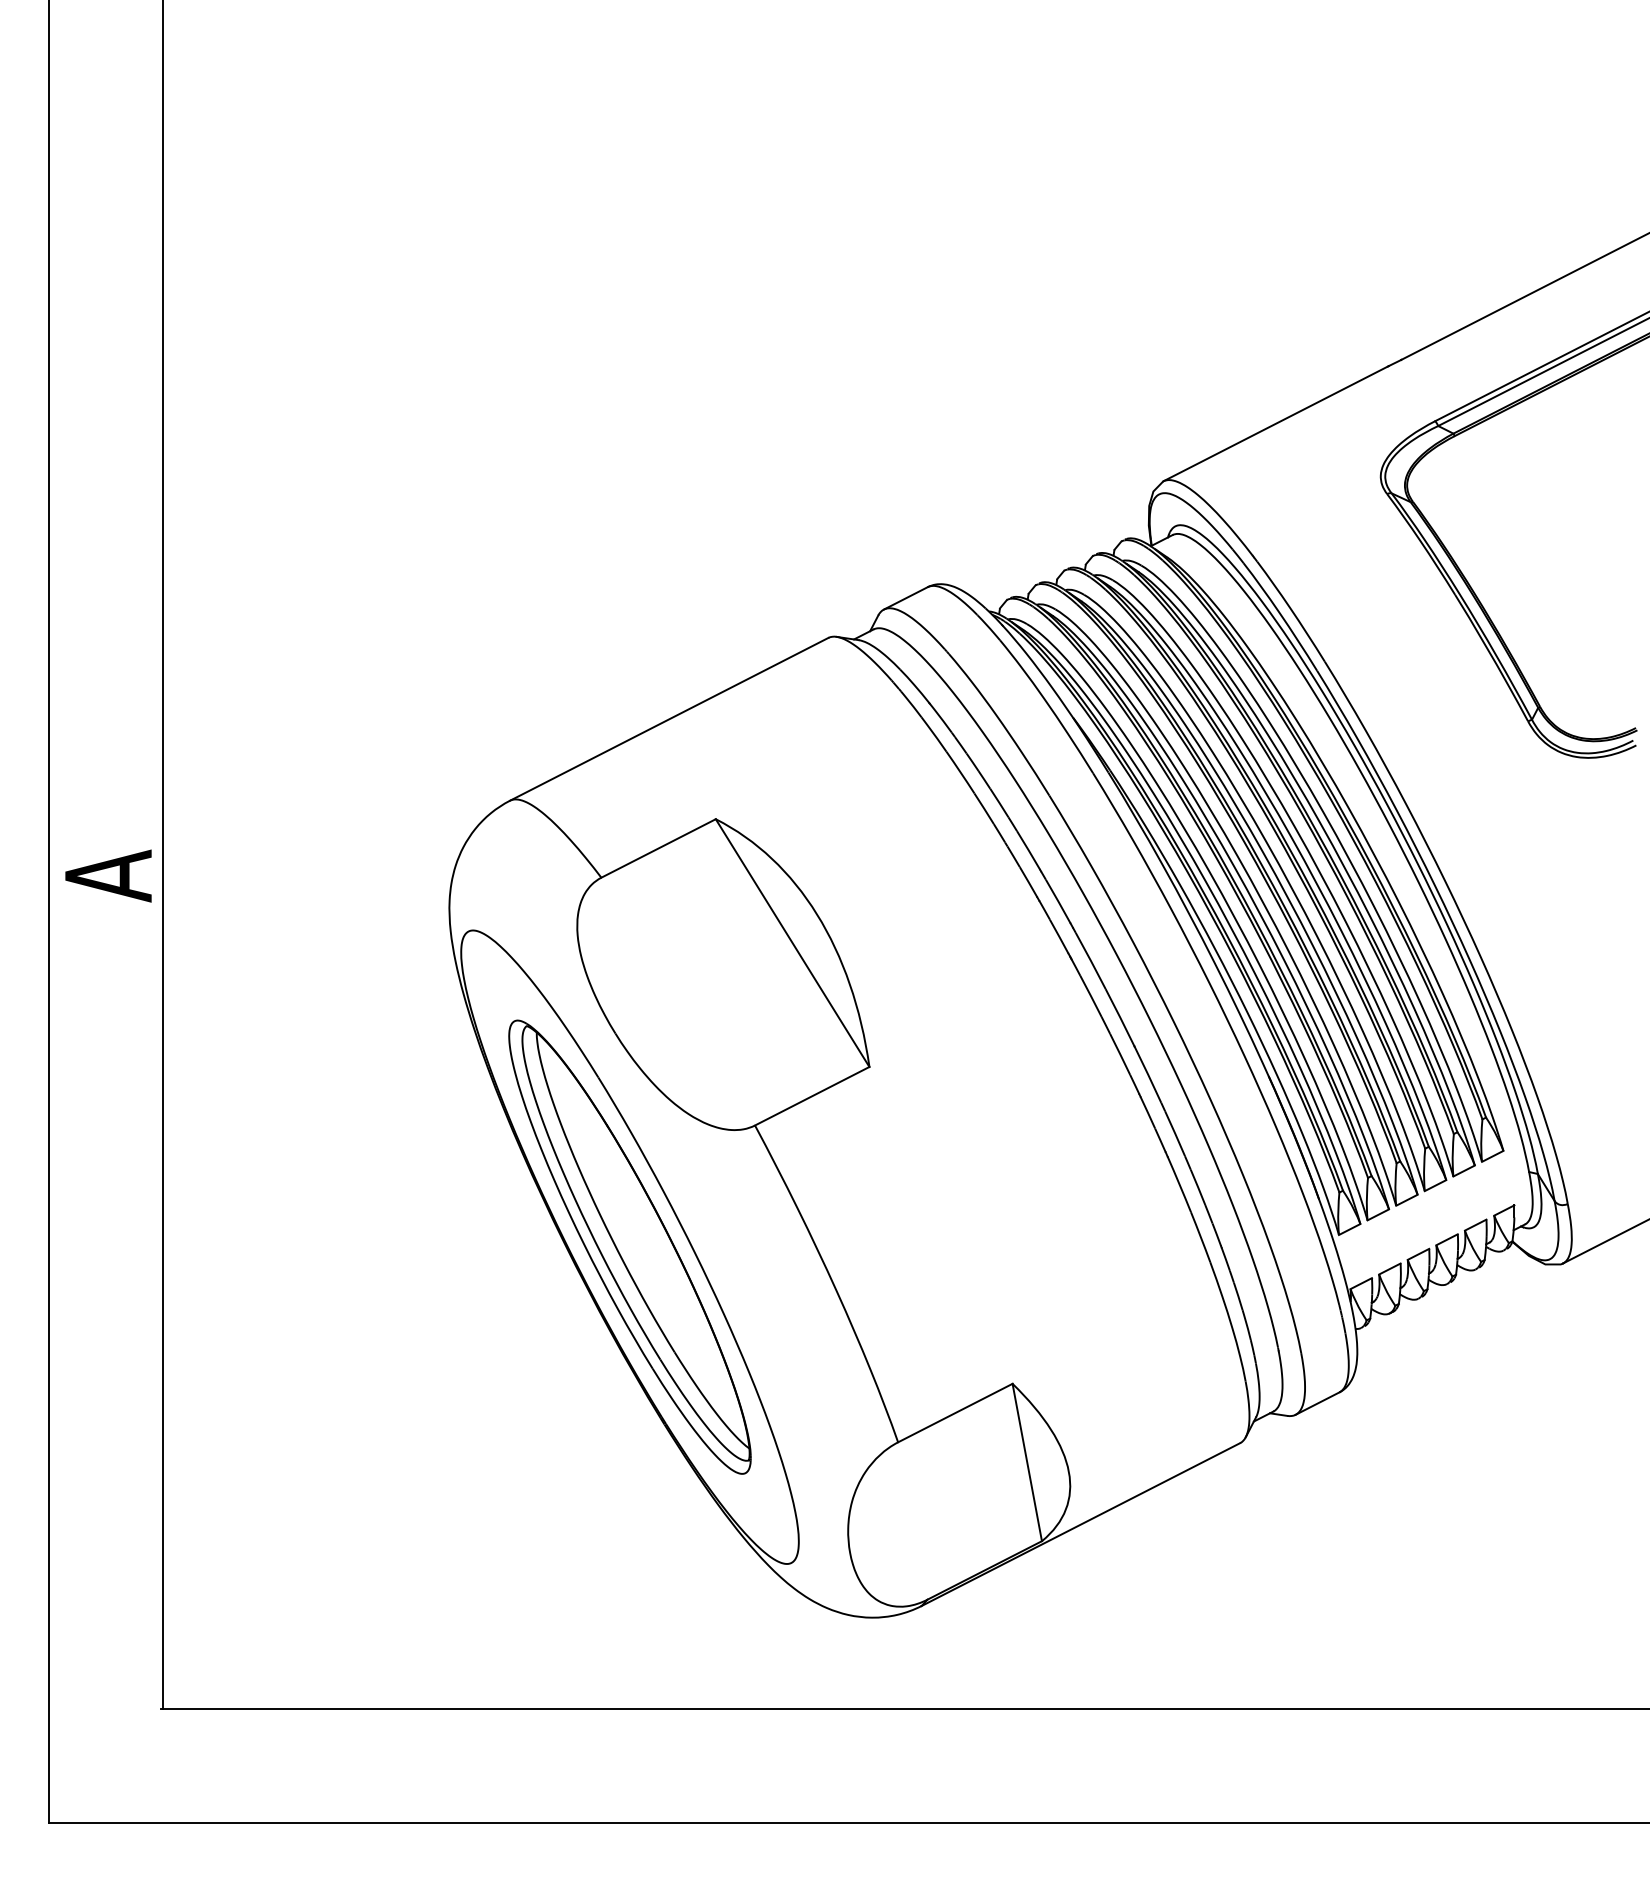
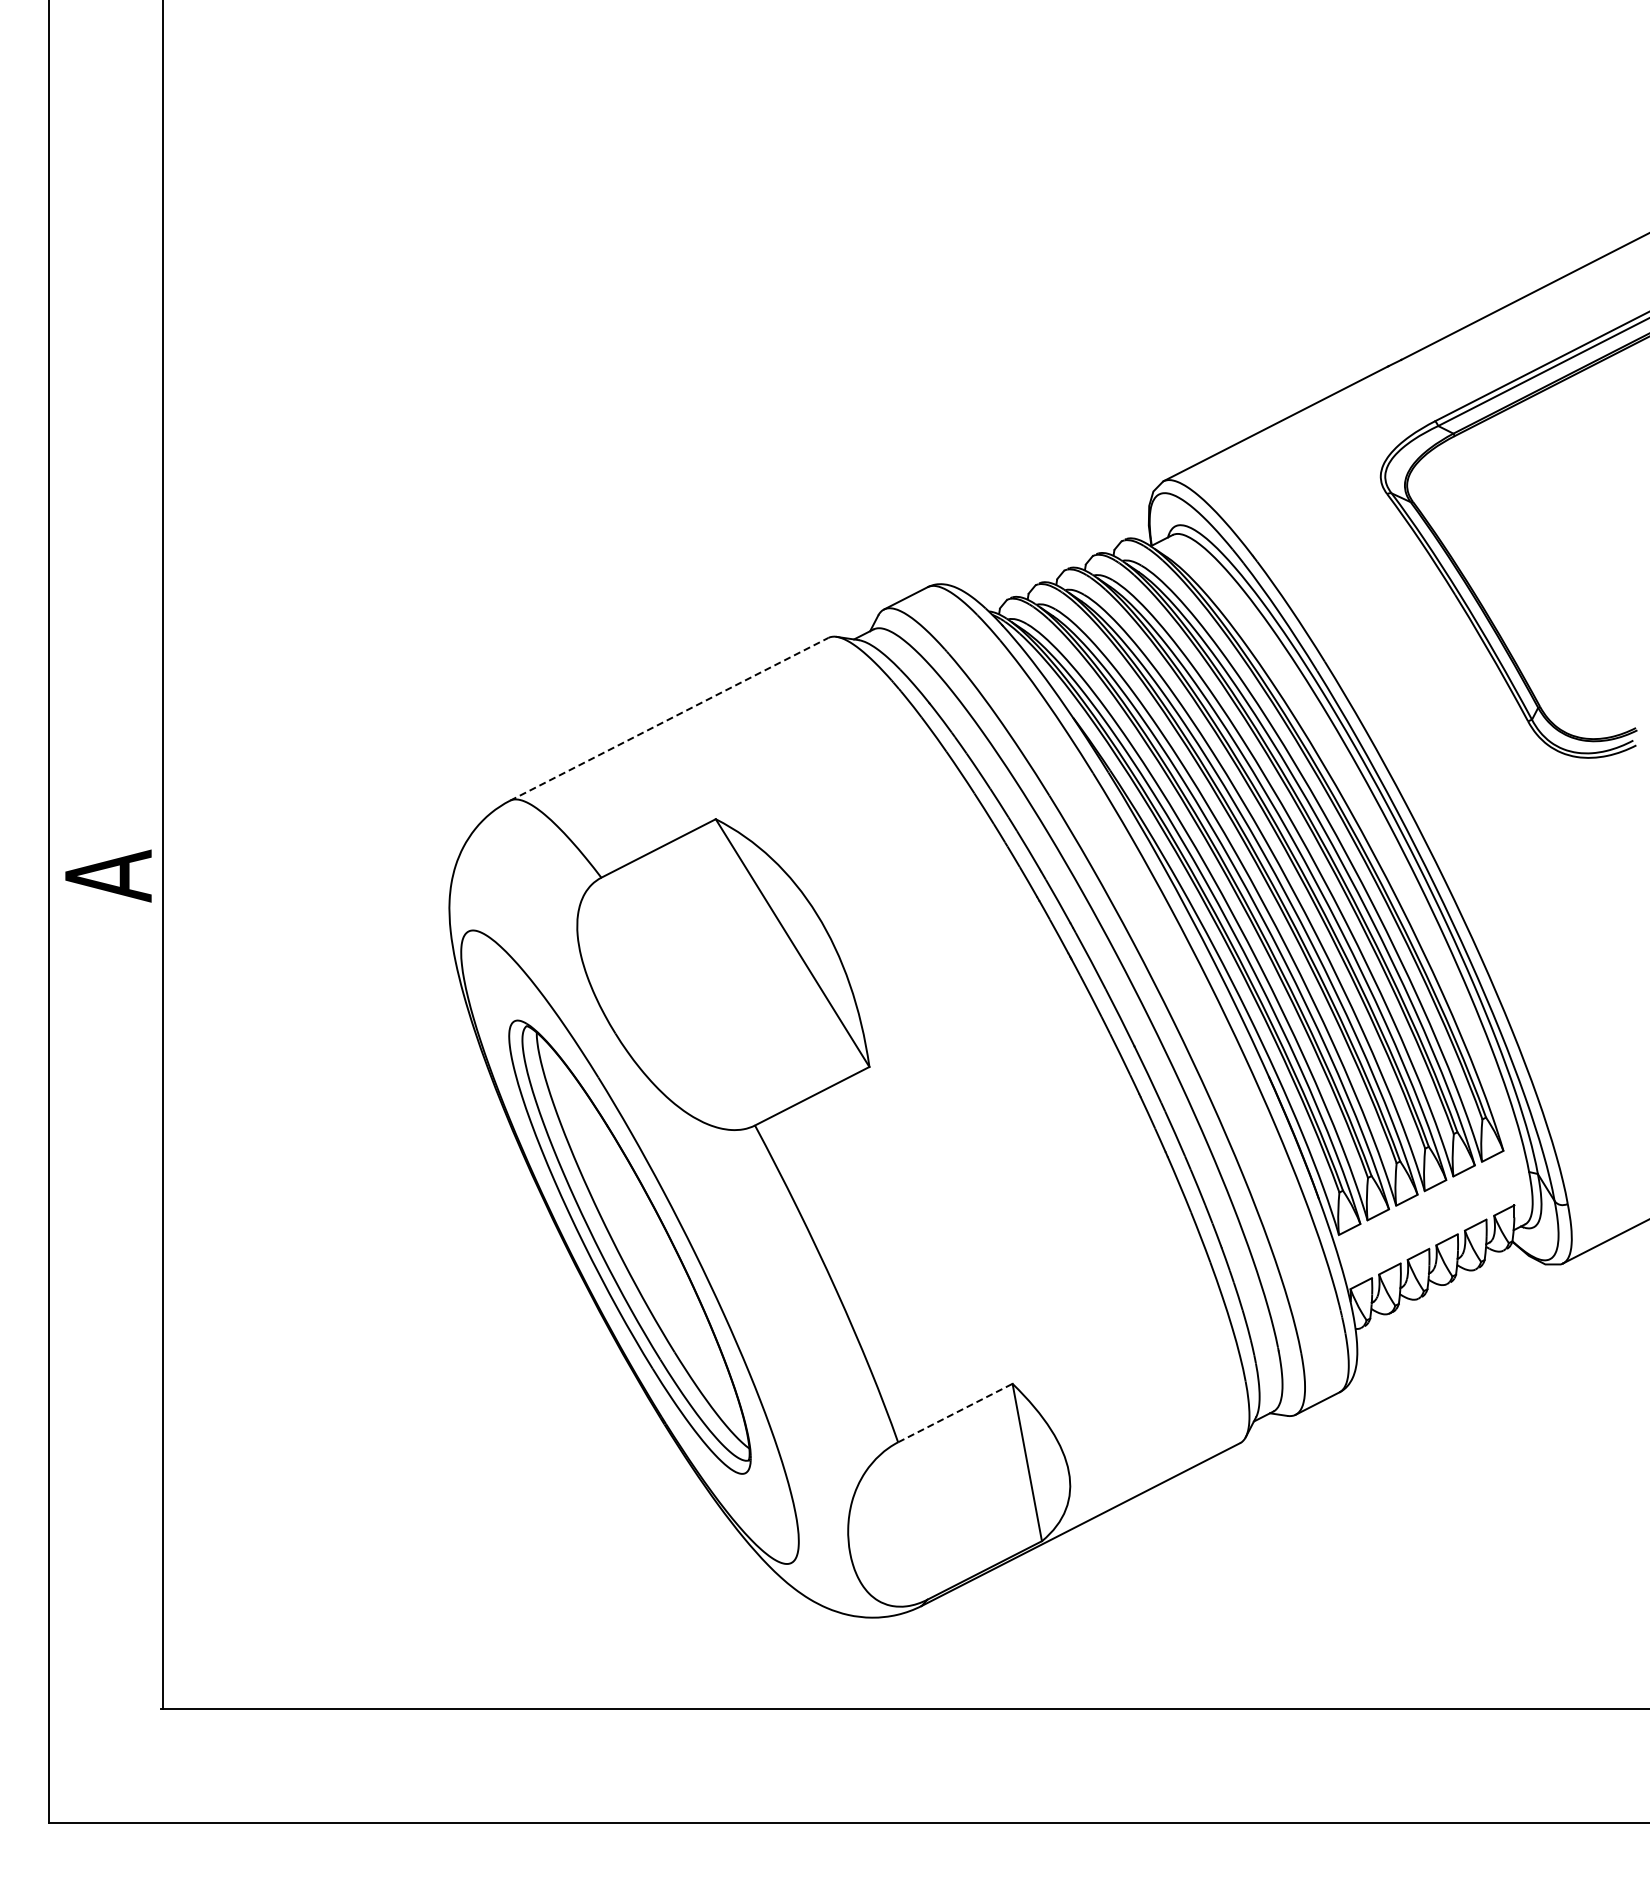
line at (669, 719): solid -> dashed
line at (955, 1412): solid -> dashed
